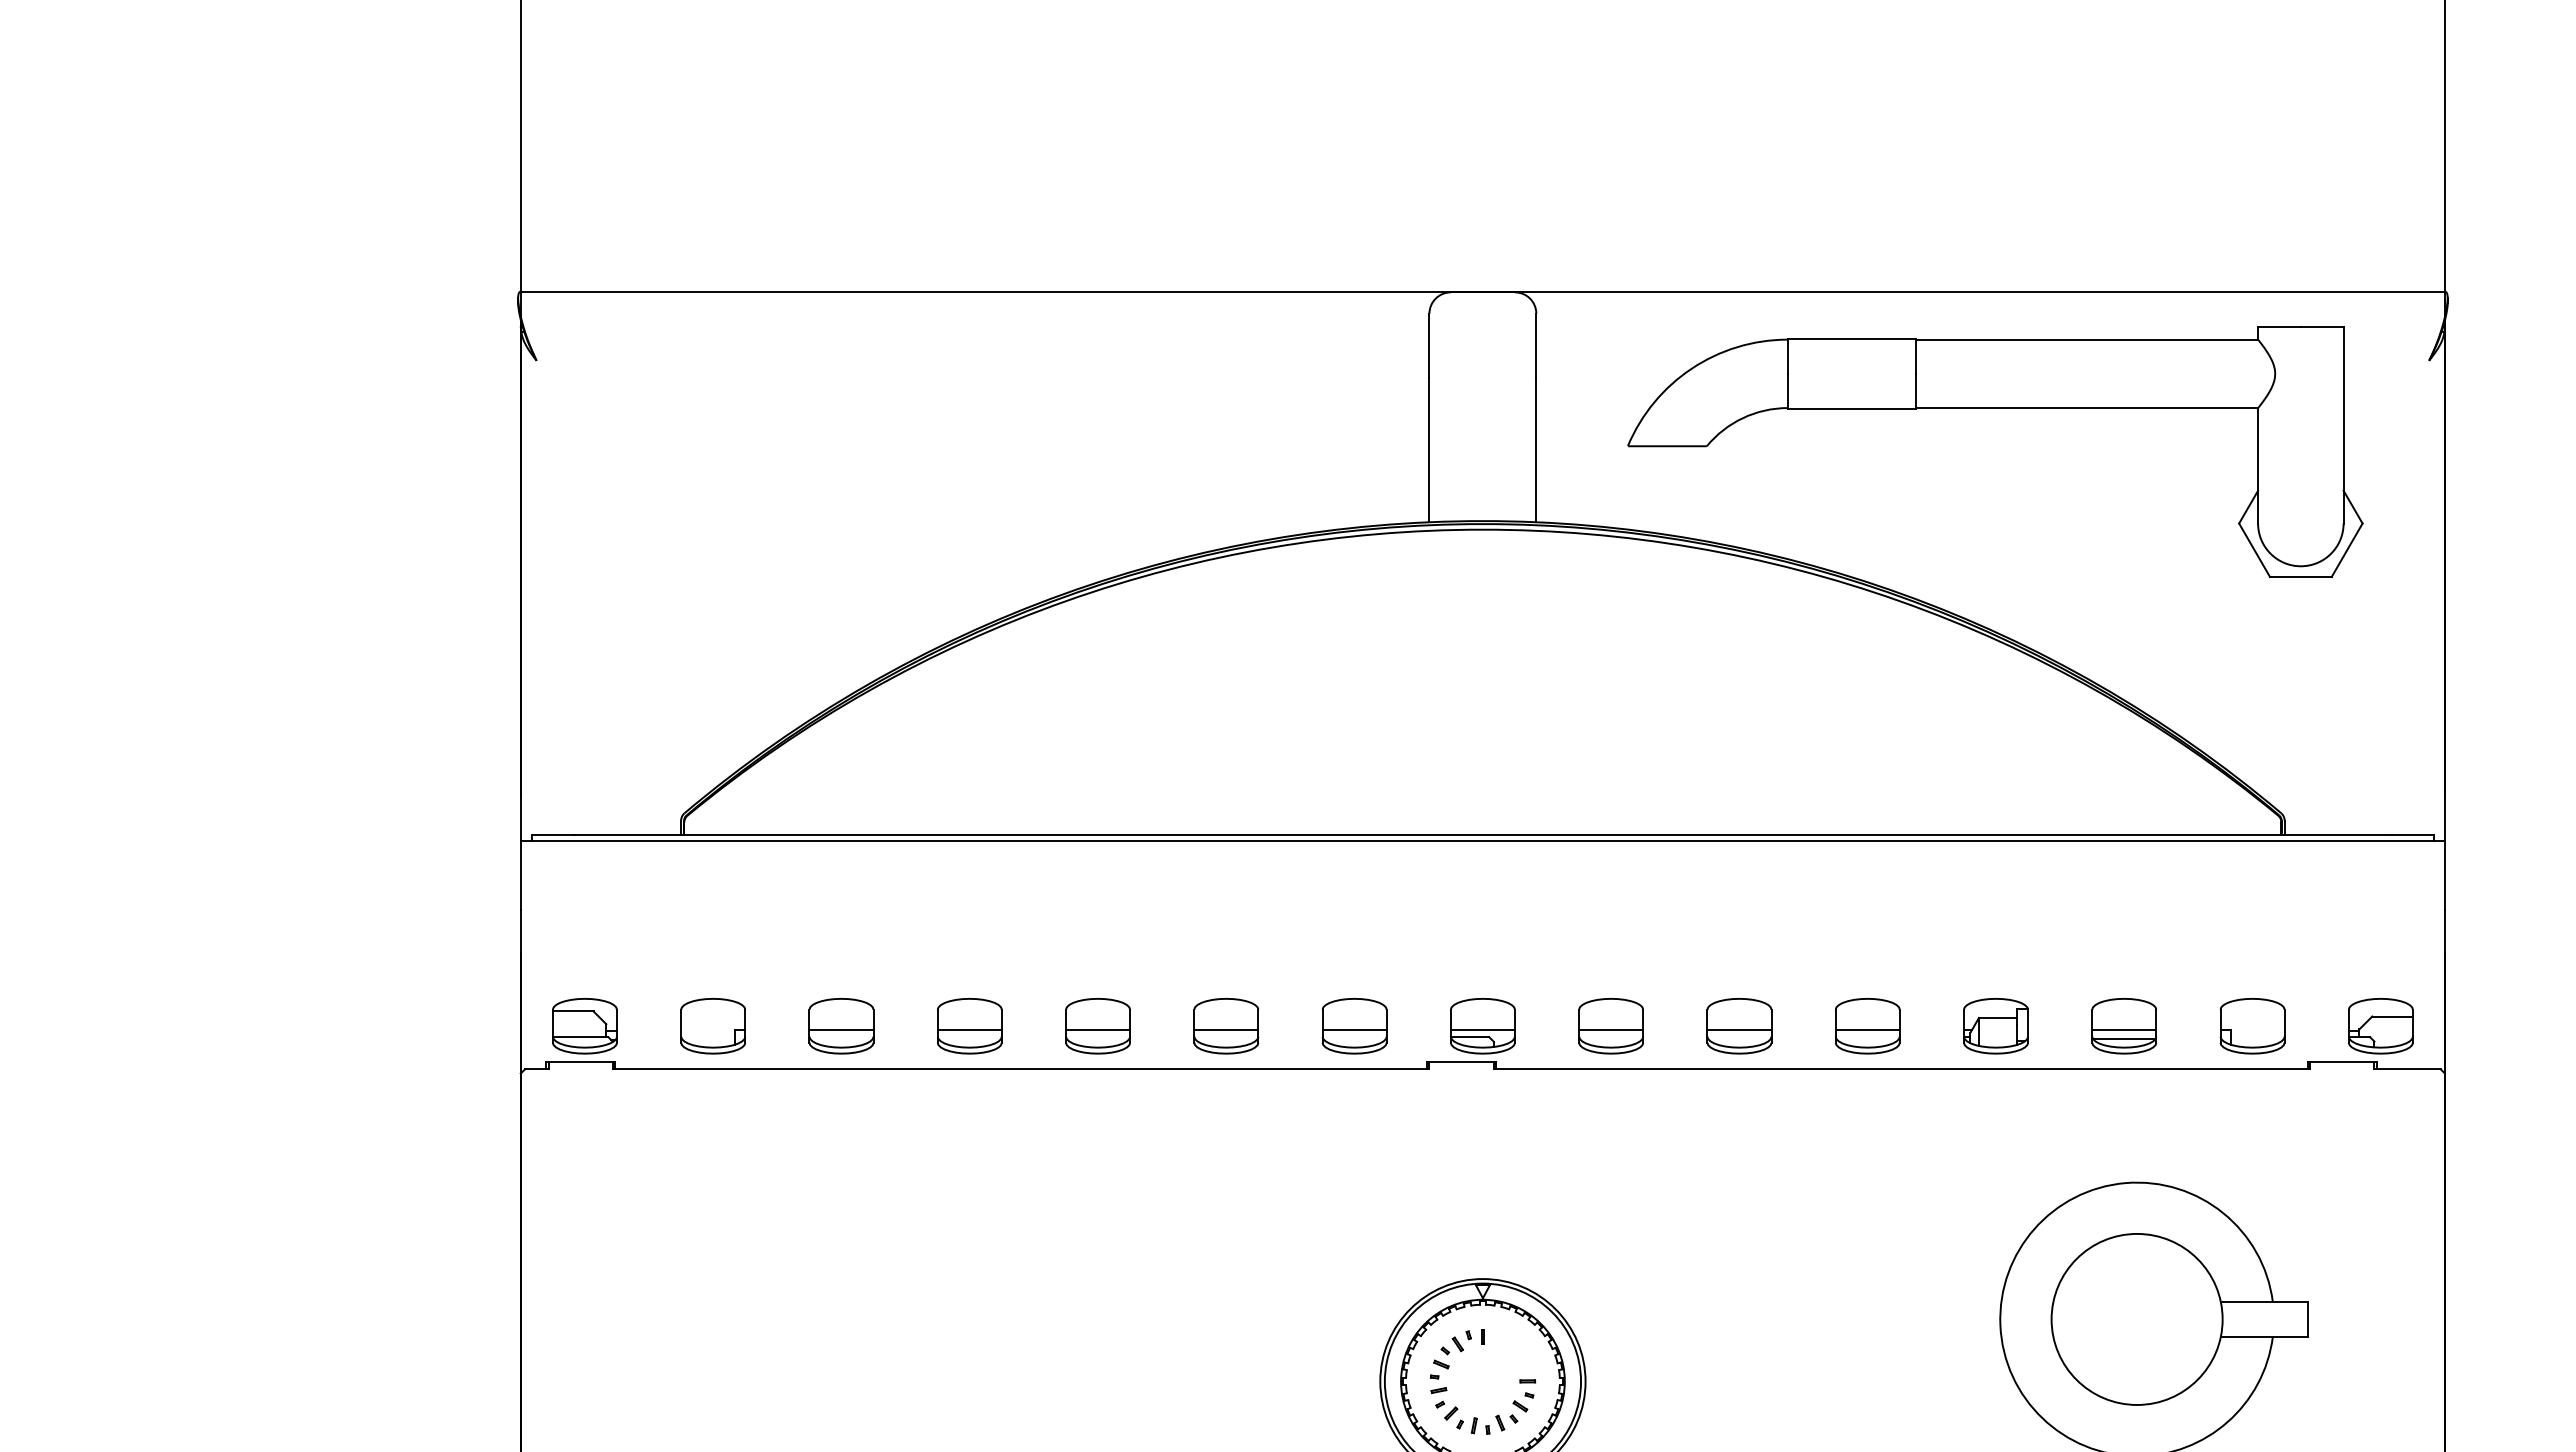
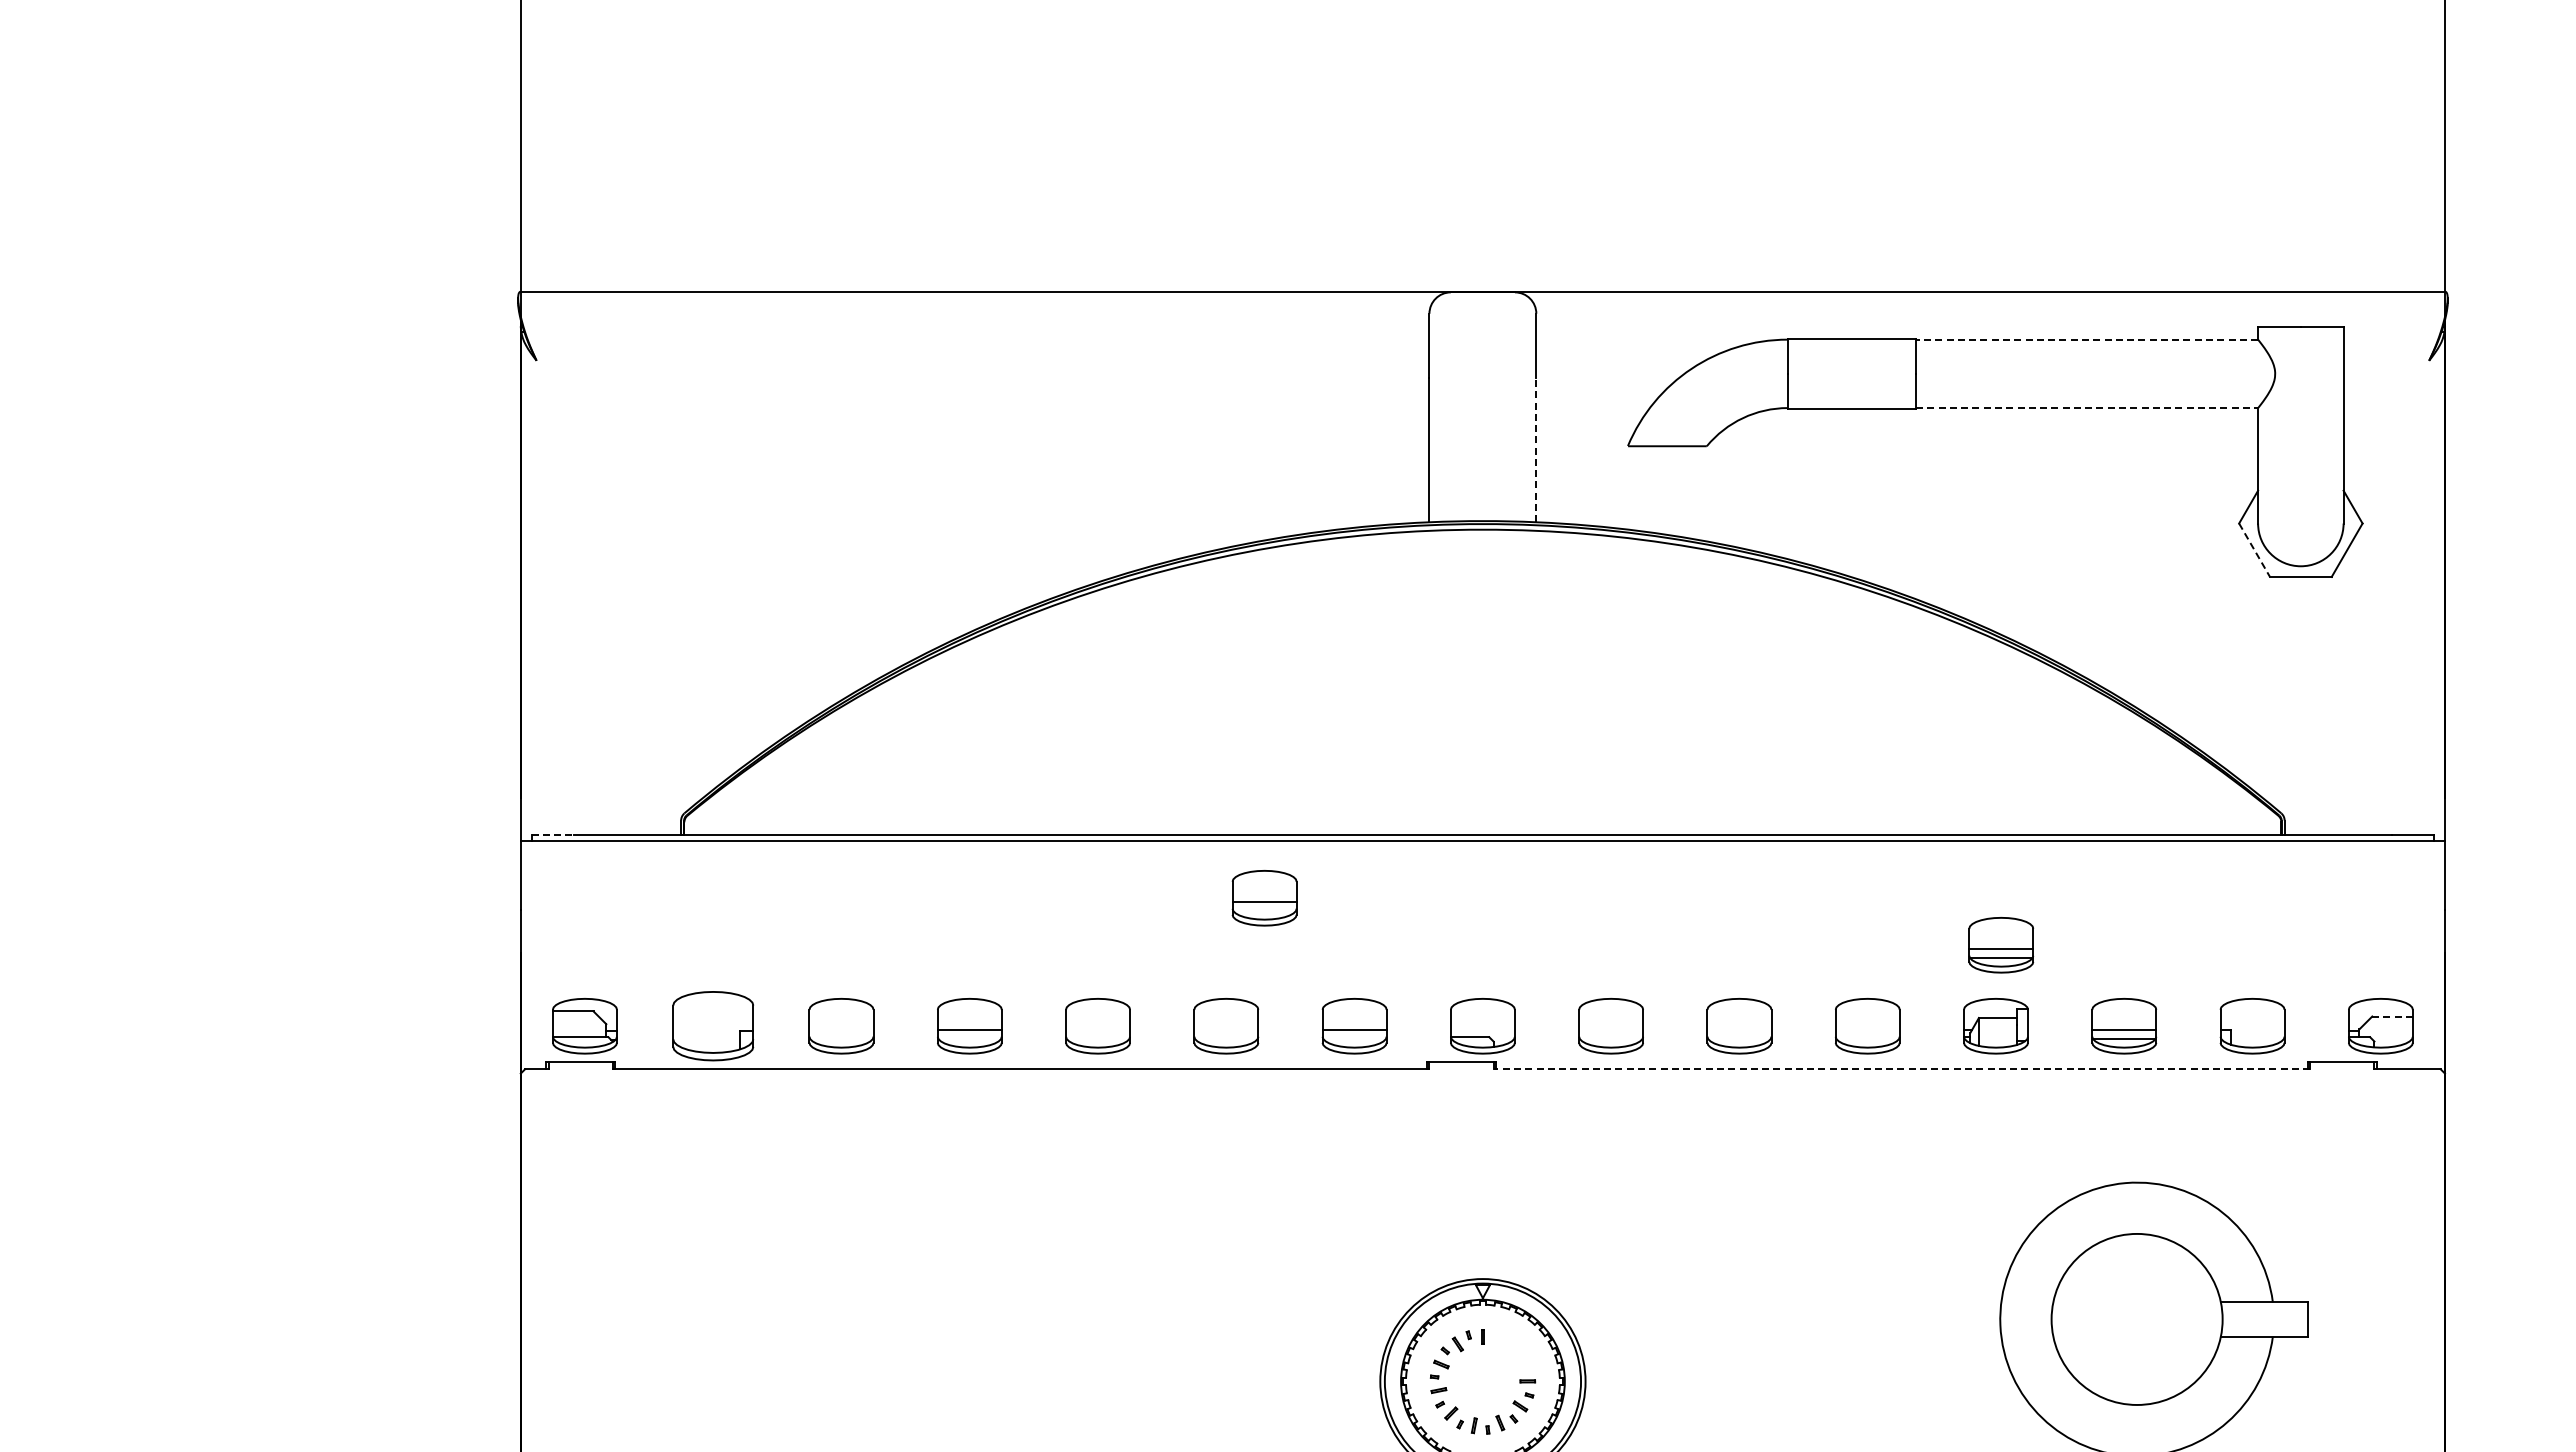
line at (2086, 339): solid -> dashed
line at (2087, 408): solid -> dashed
line at (1536, 449): solid -> dashed
line at (2254, 550): solid -> dashed
line at (553, 834): solid -> dashed
part at (1264, 898): none -> present
part at (2001, 945): none -> present
line at (2392, 1016): solid -> dashed
part at (712, 1026) size: 66x57 px -> 83x71 px
line at (841, 1029): present -> none
line at (1097, 1029): present -> none
line at (1226, 1029): present -> none
line at (1482, 1029): present -> none
line at (1611, 1029): present -> none
line at (1739, 1029): present -> none
line at (1867, 1029): present -> none
line at (1901, 1069): solid -> dashed
